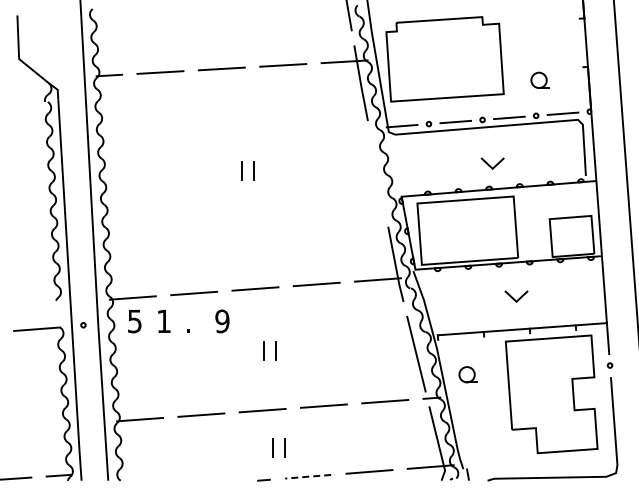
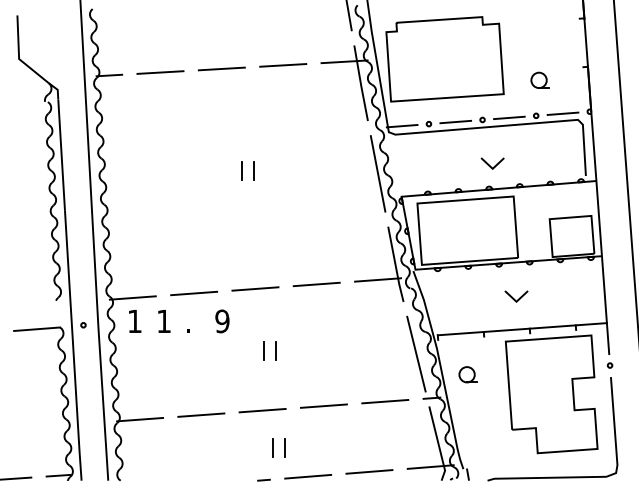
line at (377, 173): none -> present
text at (134, 321): 5 -> 1
line at (307, 476): dashed -> solid
